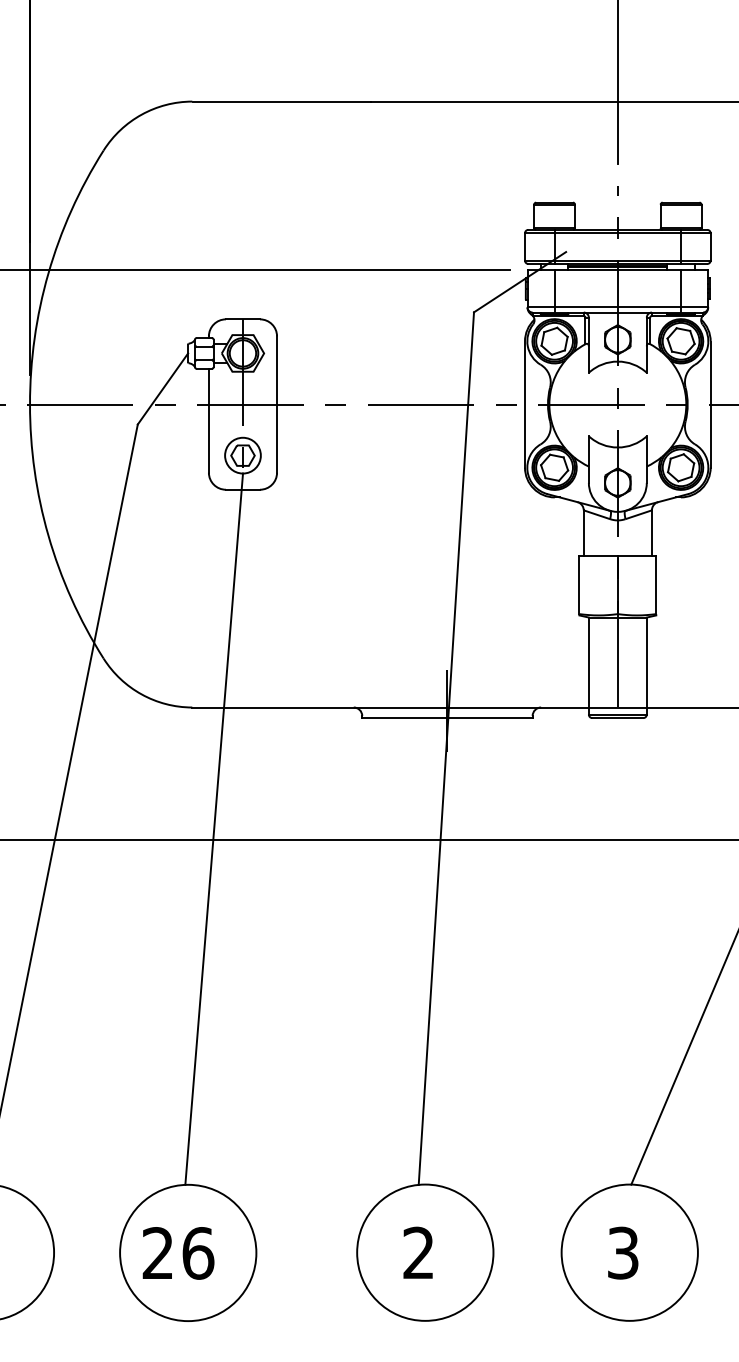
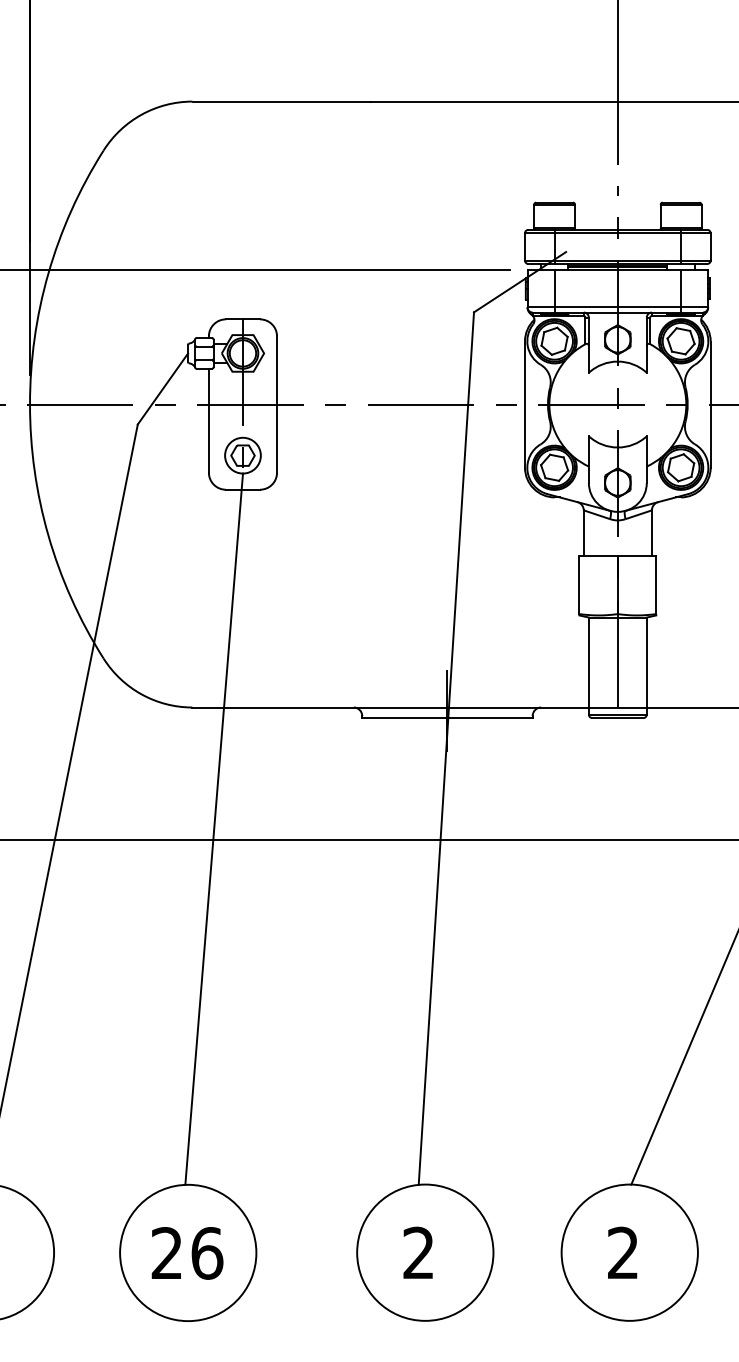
text at (623, 1252): 3 -> 2
text at (178, 1253) position: (178, 1253) -> (187, 1253)
